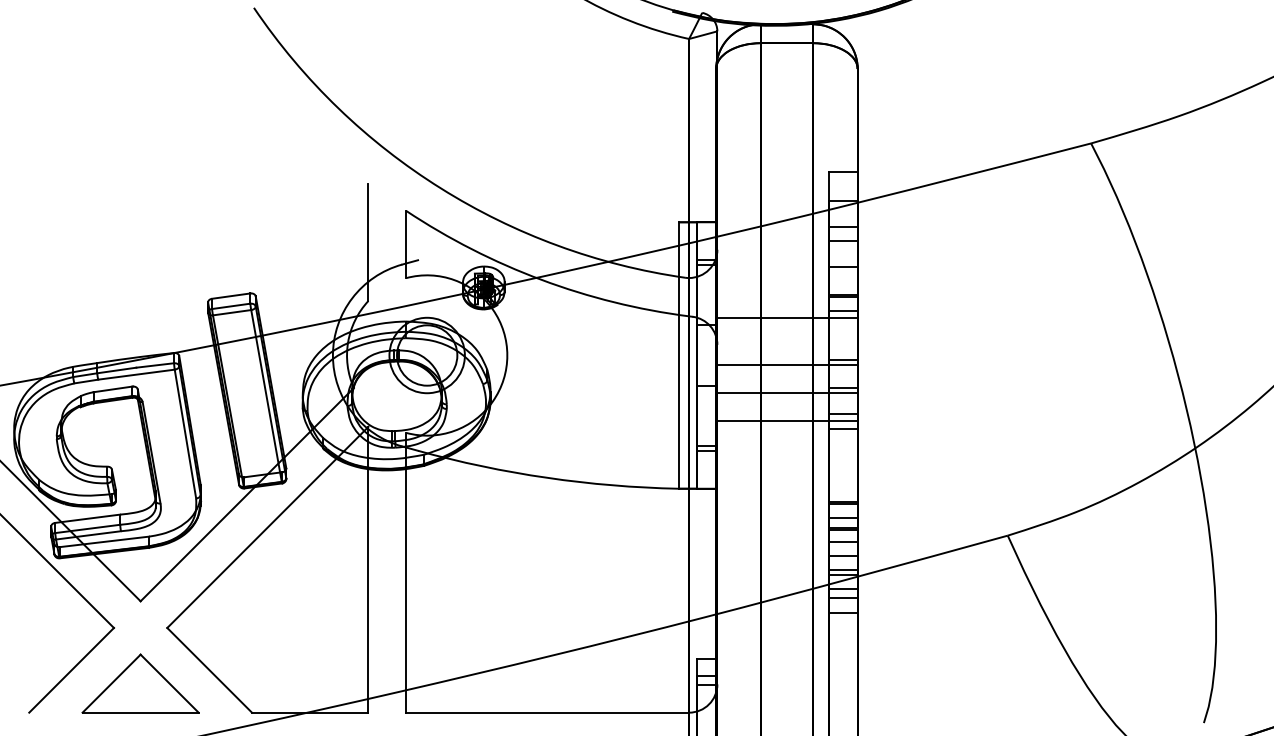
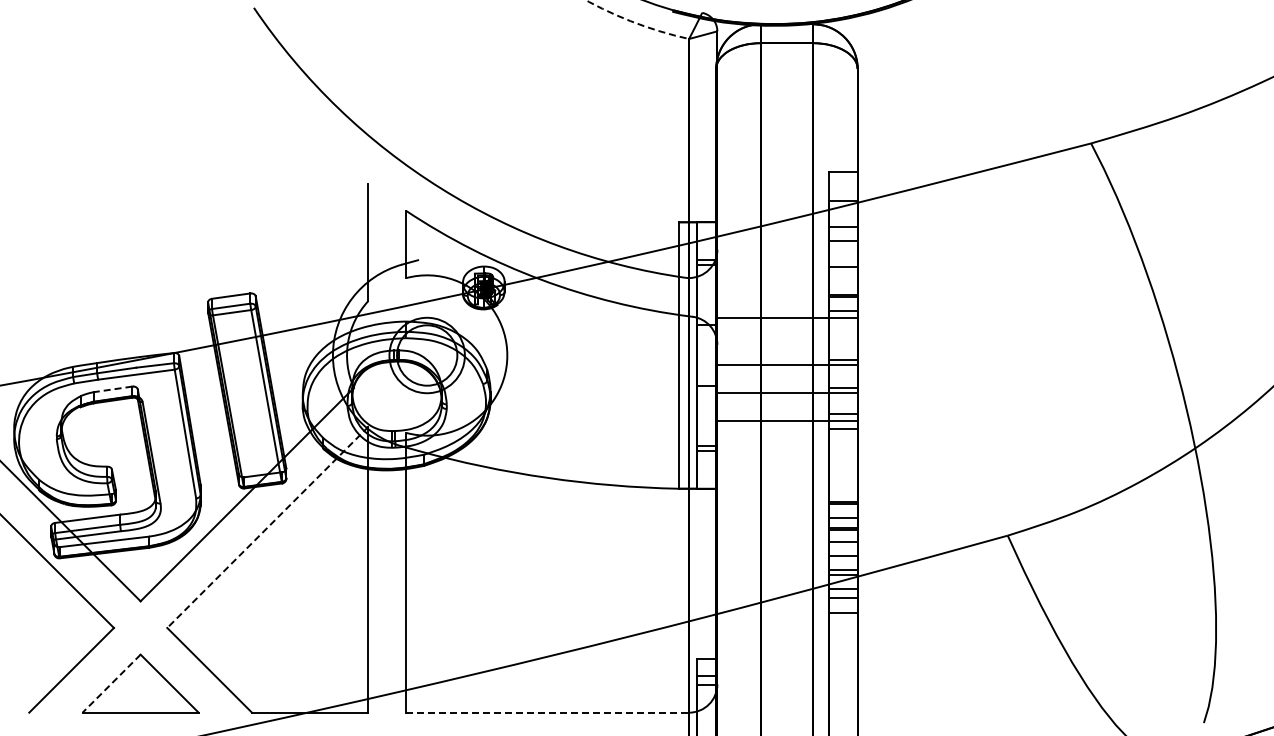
arc at (635, 23): solid -> dashed
line at (112, 389): solid -> dashed
line at (267, 527): solid -> dashed
line at (111, 684): solid -> dashed
line at (548, 712): solid -> dashed
